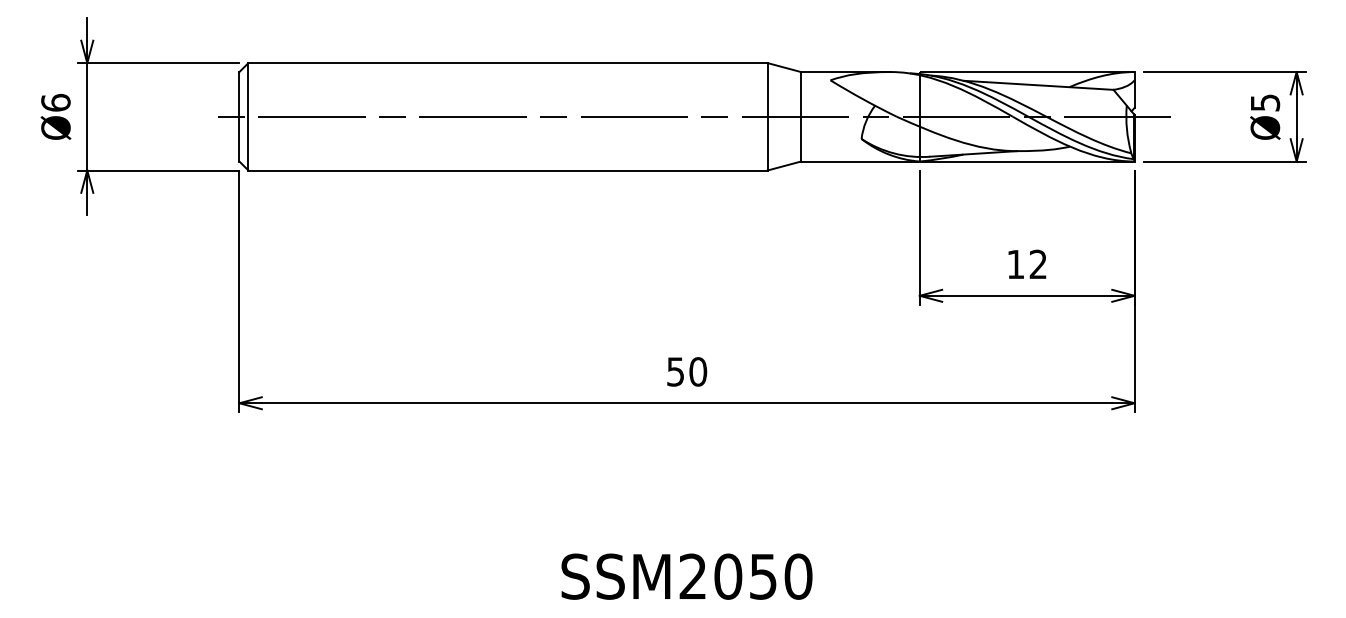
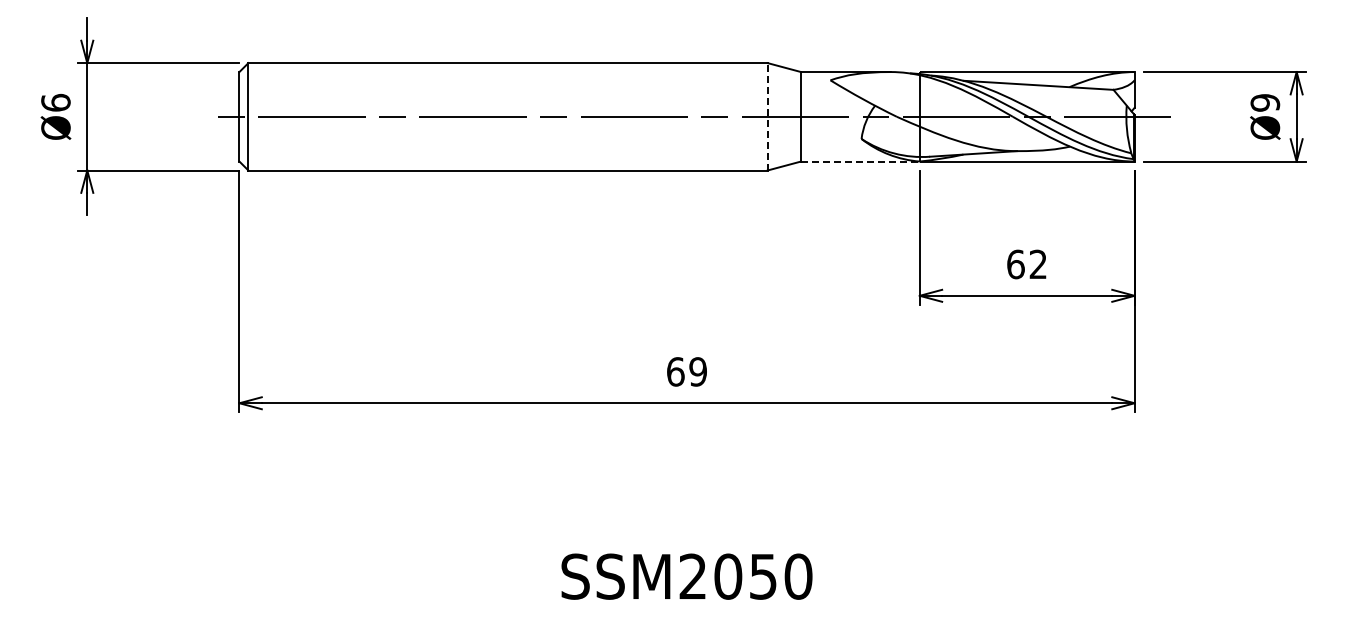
text at (1264, 102): Ø5 -> Ø9
line at (767, 116): solid -> dashed
line at (860, 161): solid -> dashed
text at (1015, 264): 12 -> 62
text at (687, 371): 50 -> 69
